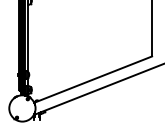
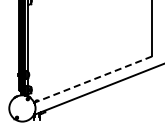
line at (93, 79): solid -> dashed
